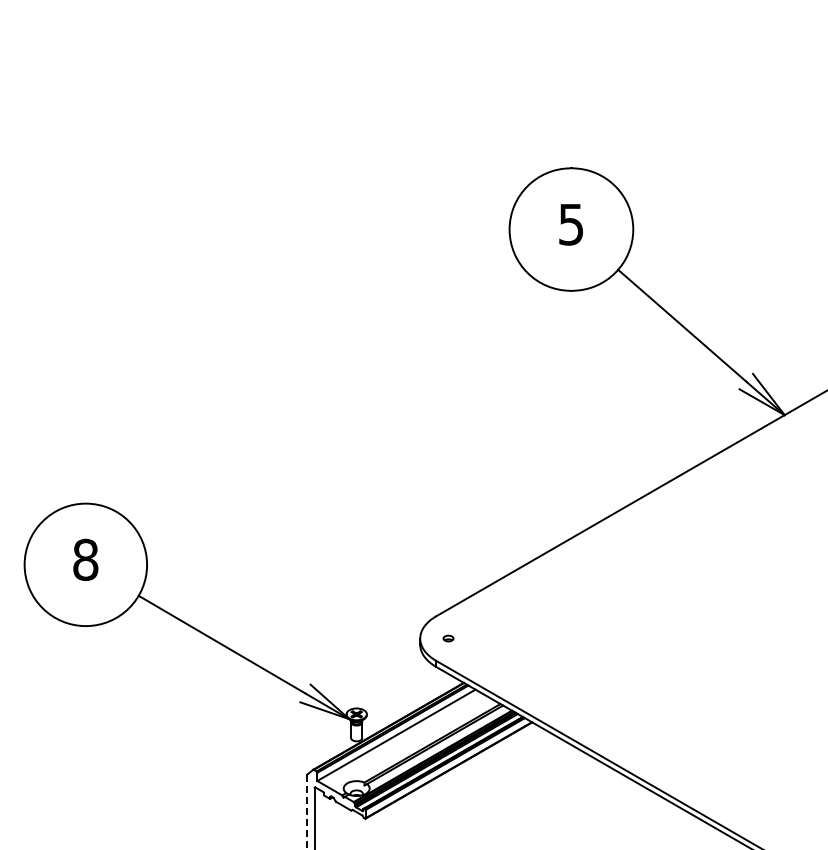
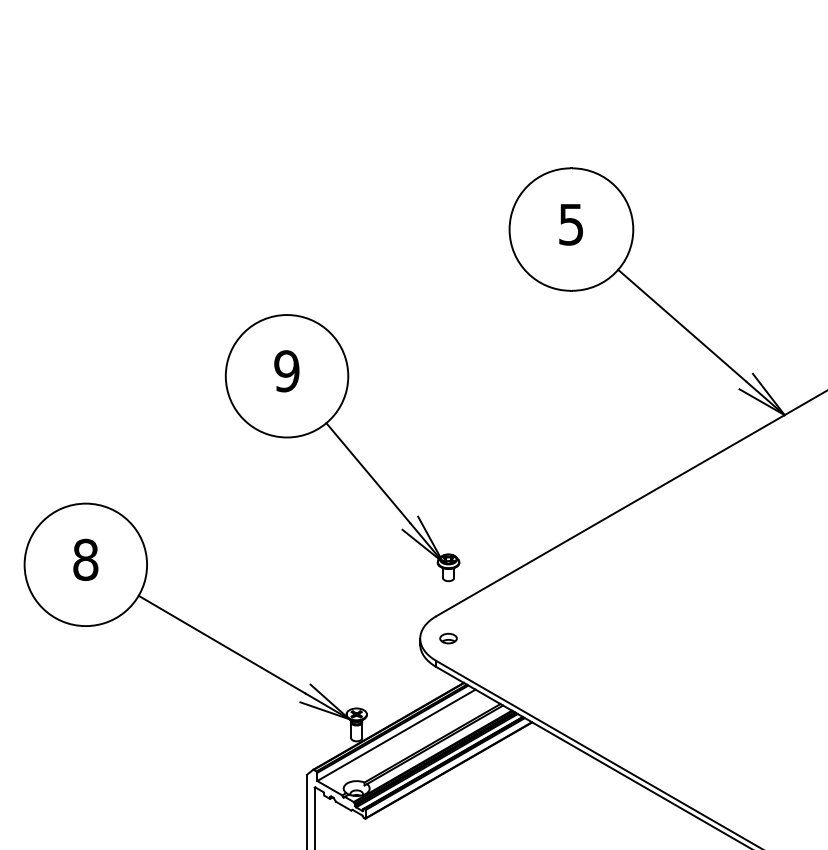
part at (342, 447): none -> present
part at (448, 638) size: 13x9 px -> 19x13 px
line at (306, 813): dashed -> solid
